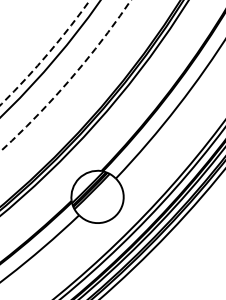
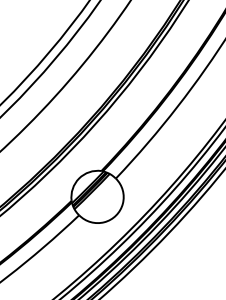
arc at (47, 54): dashed -> solid
circle at (65, 75): dashed -> solid
